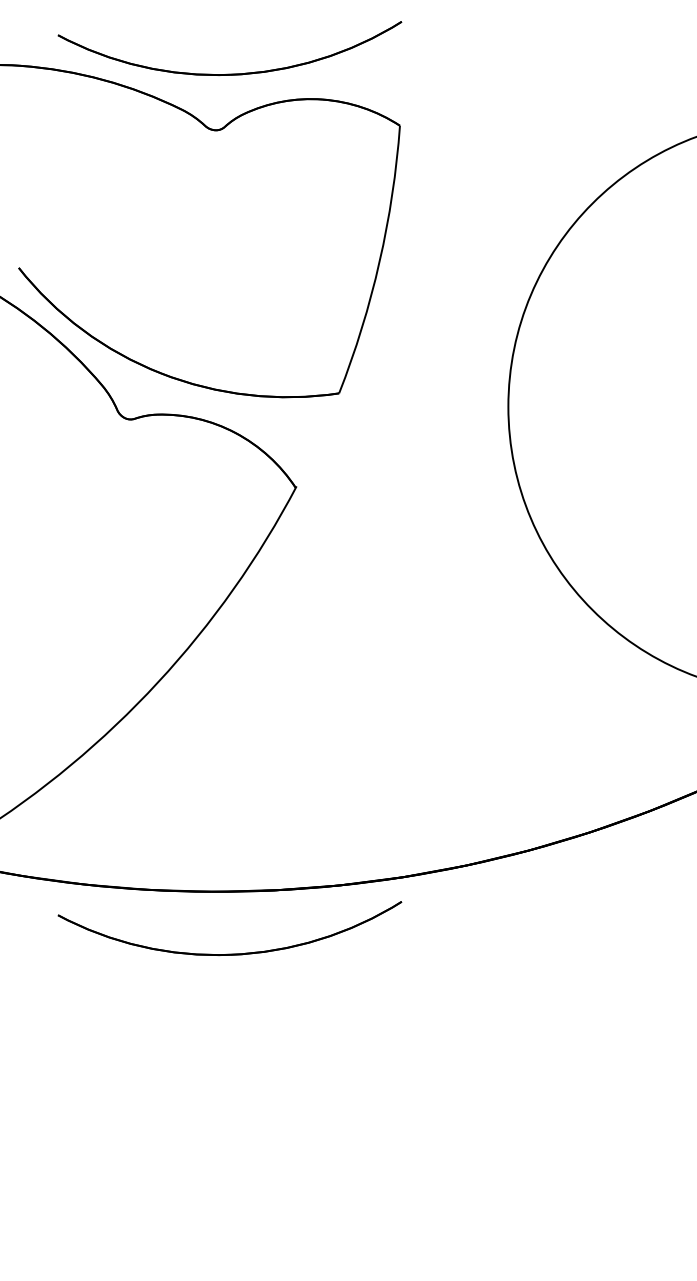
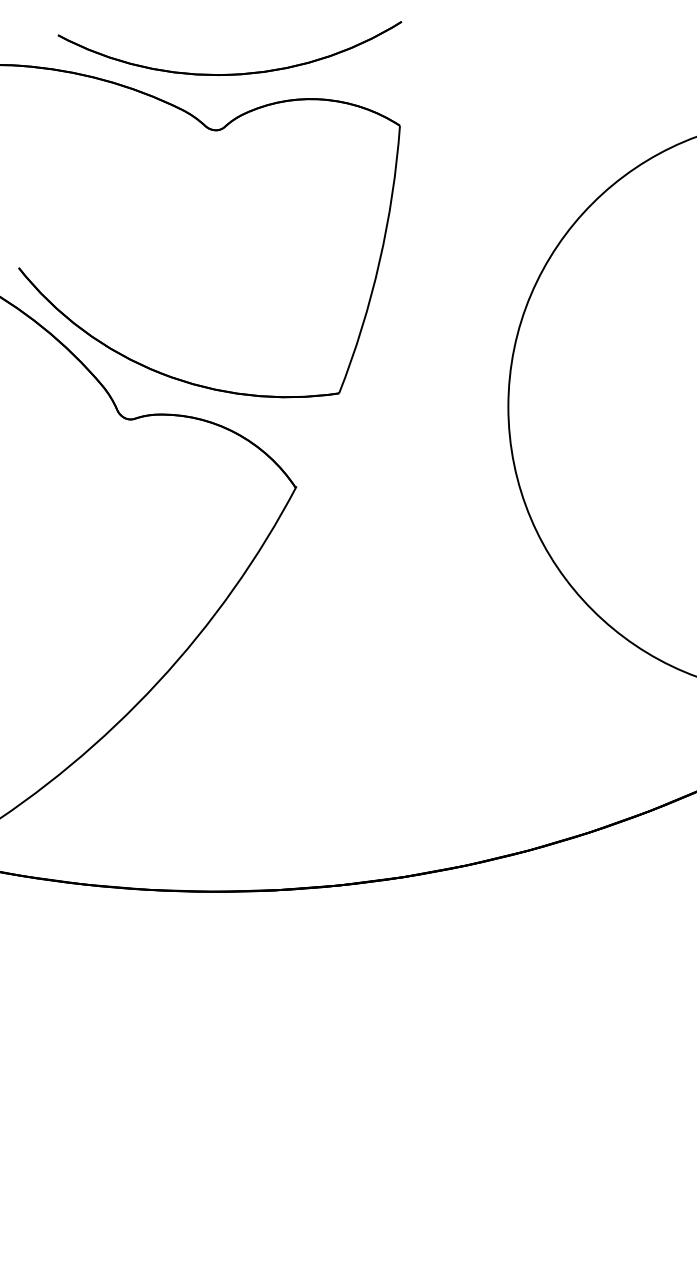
part at (229, 953): present -> none
